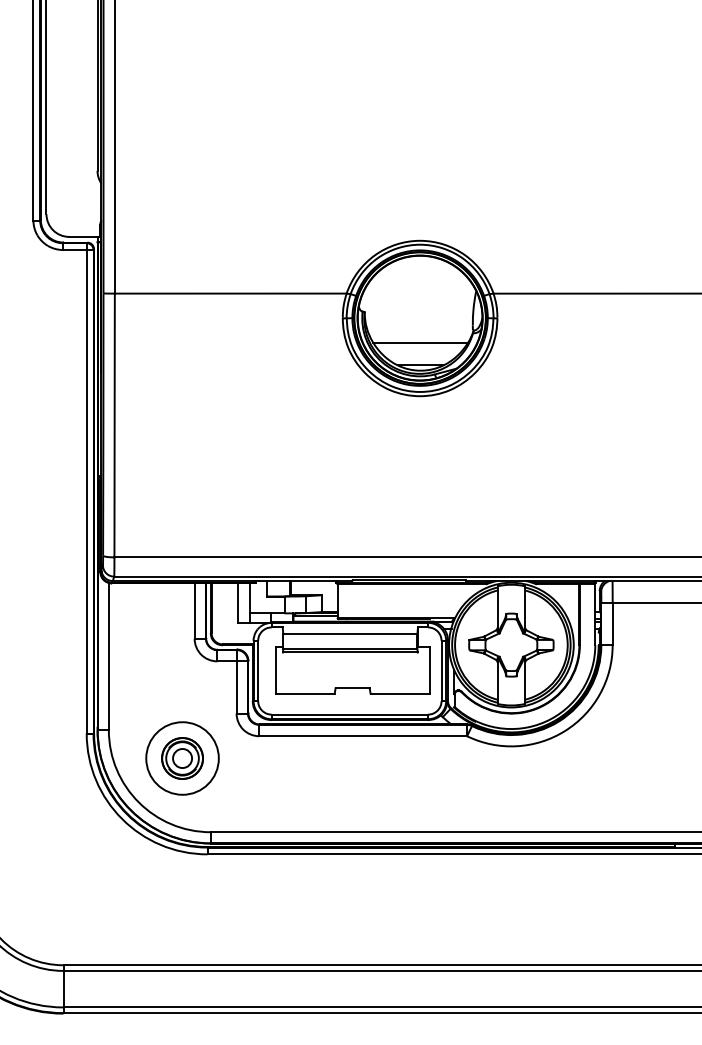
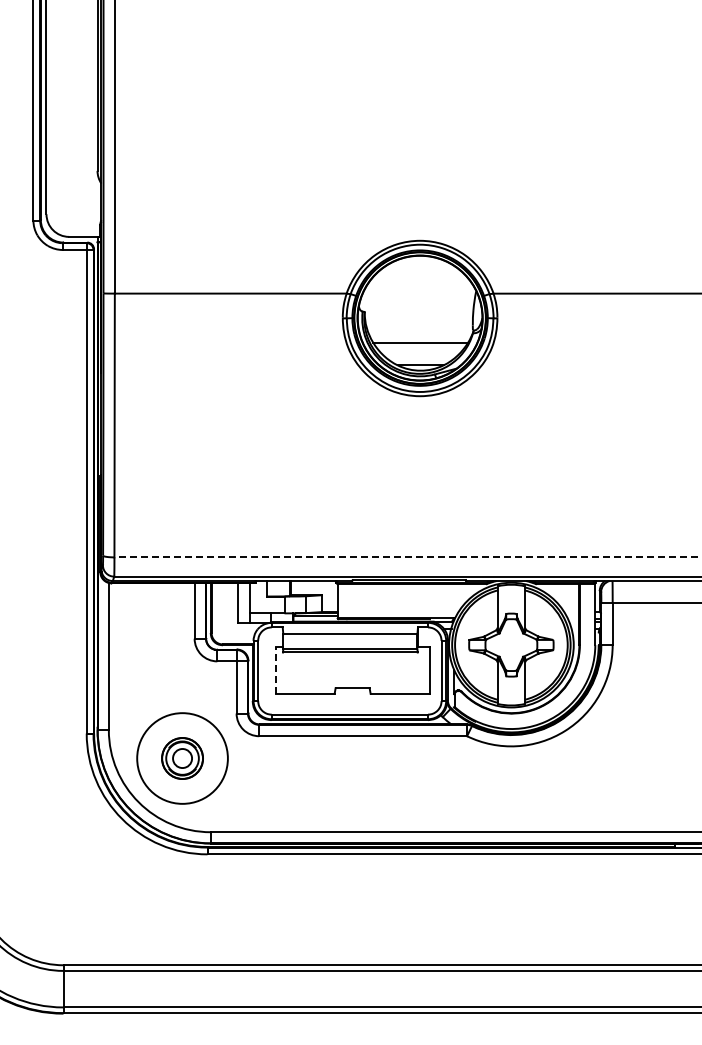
line at (407, 557): solid -> dashed
line at (275, 670): solid -> dashed
circle at (182, 758) diameter: 73 px -> 91 px
